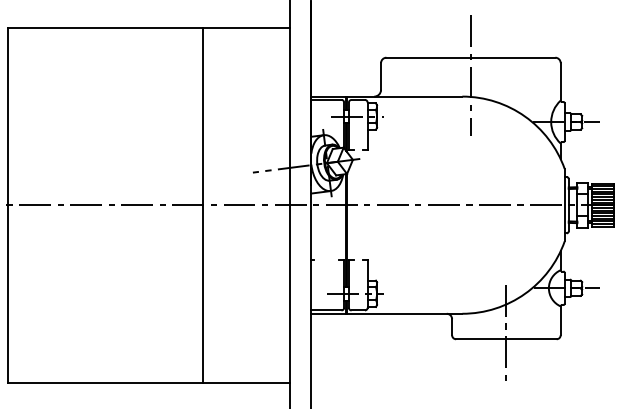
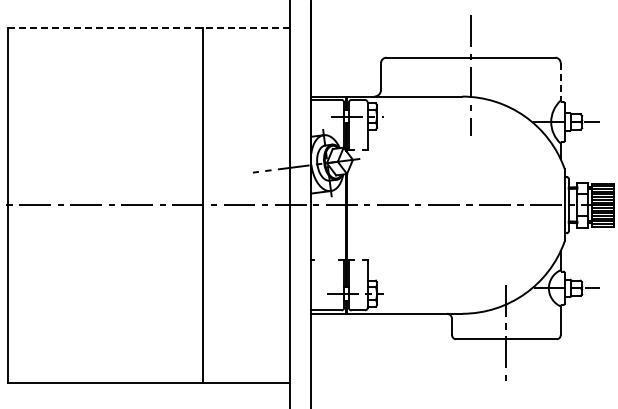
line at (149, 27): solid -> dashed
line at (560, 81): solid -> dashed
